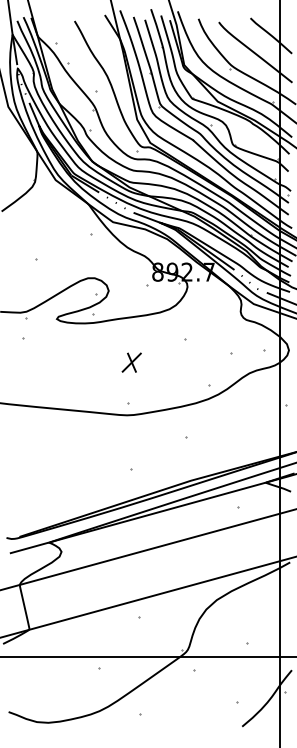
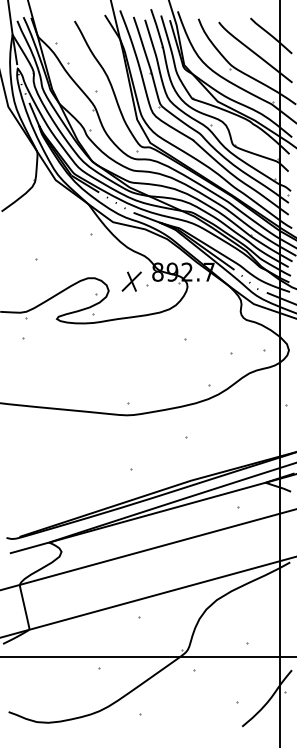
part at (131, 362) position: (131, 362) -> (131, 281)
